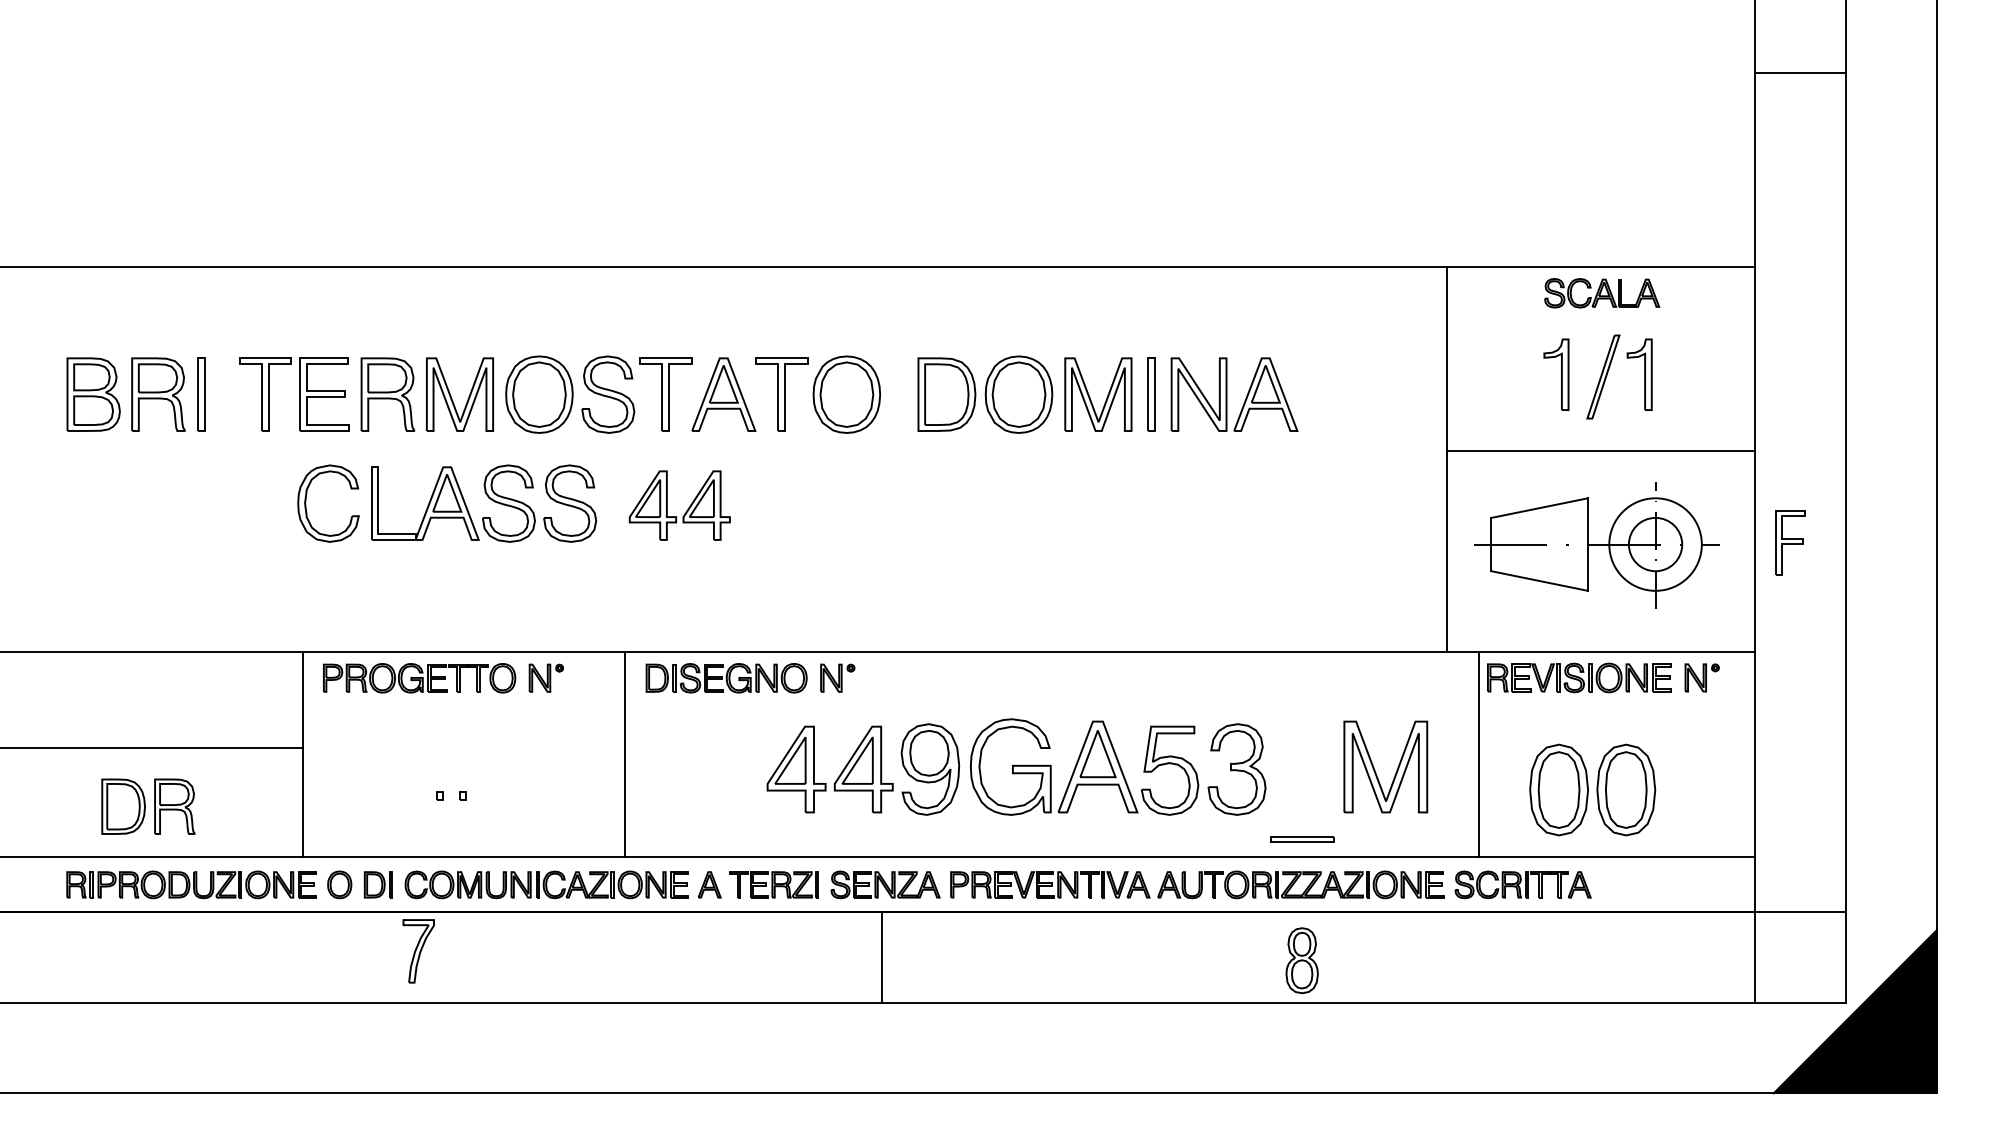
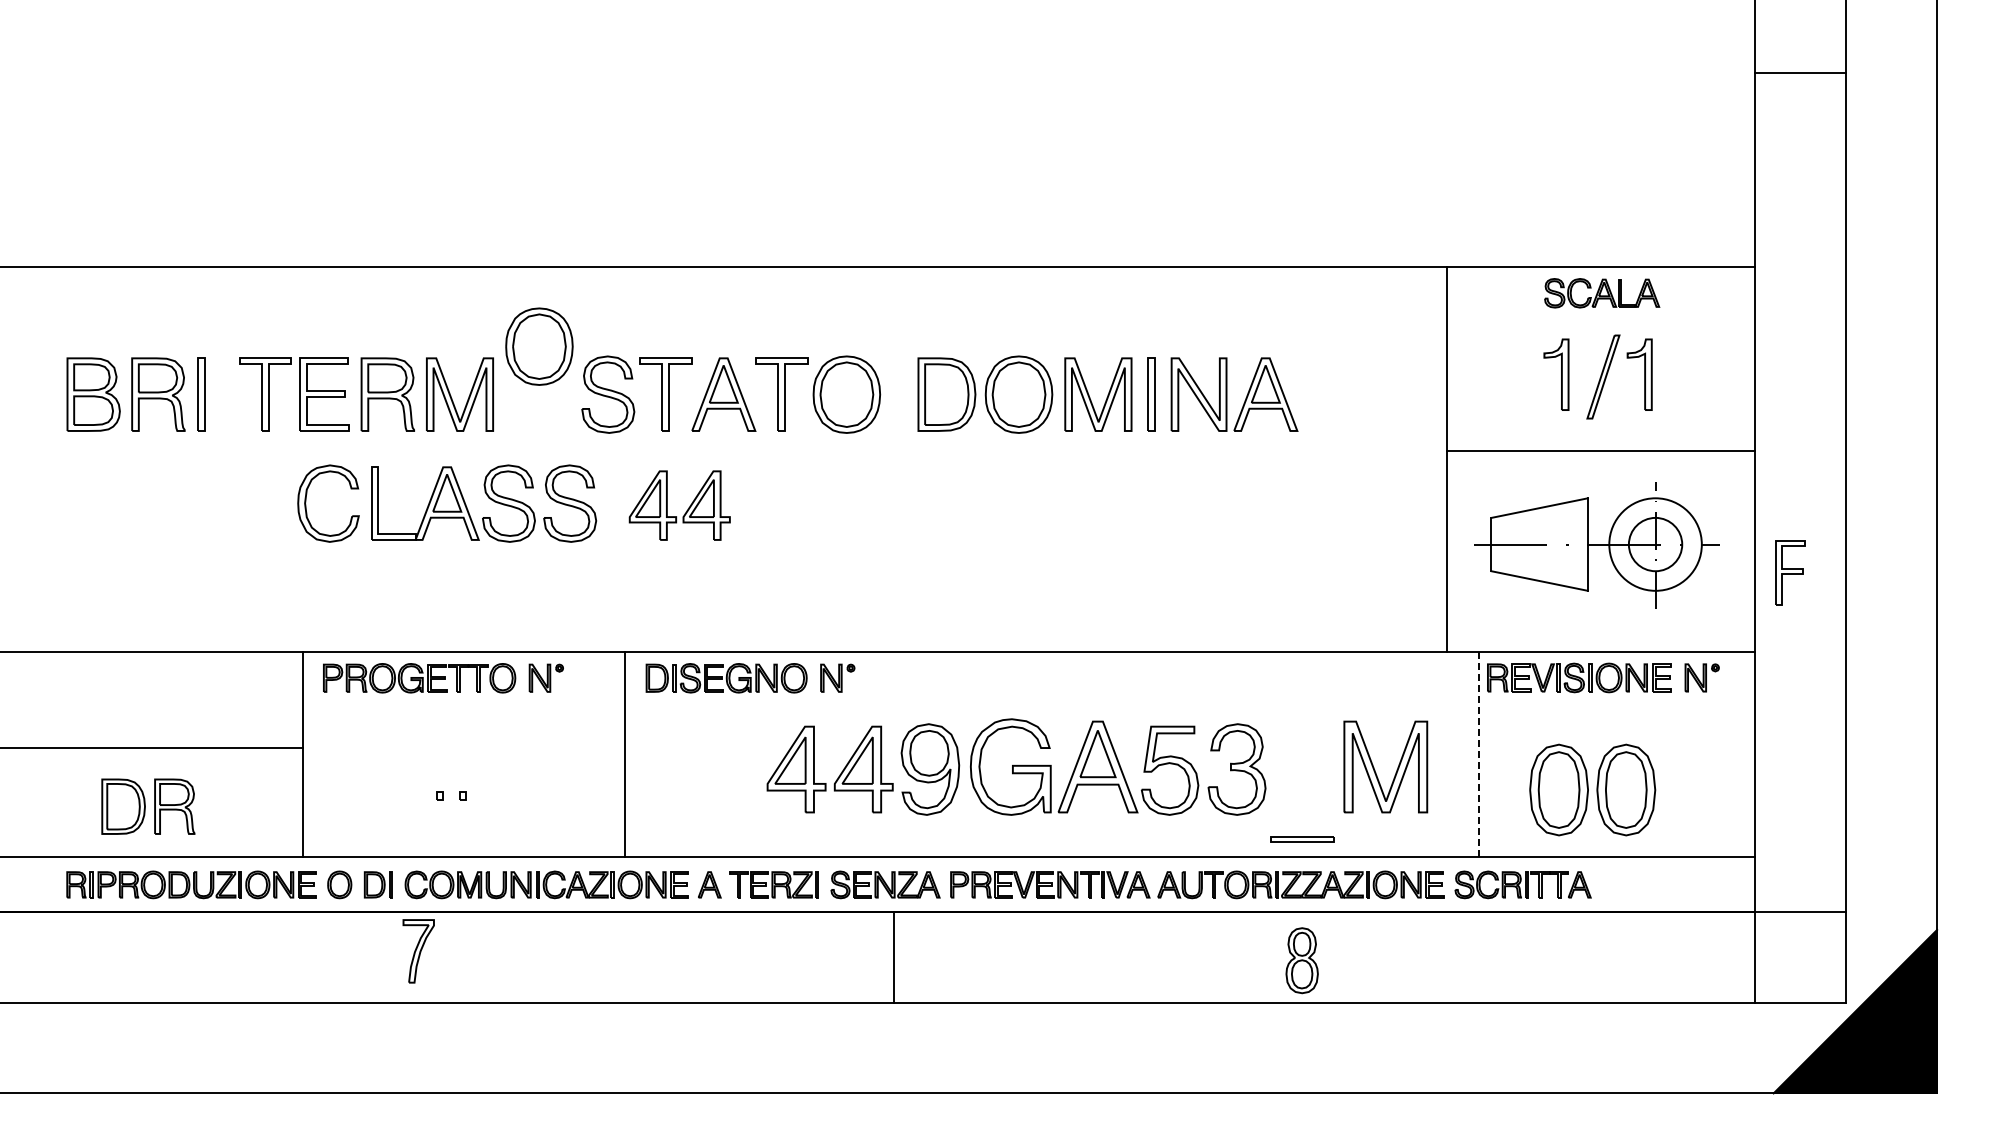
part at (539, 394) position: (539, 394) -> (539, 346)
part at (1790, 542) position: (1790, 542) -> (1790, 572)
line at (1479, 754): solid -> dashed
line at (881, 956) position: (881, 956) -> (893, 956)
